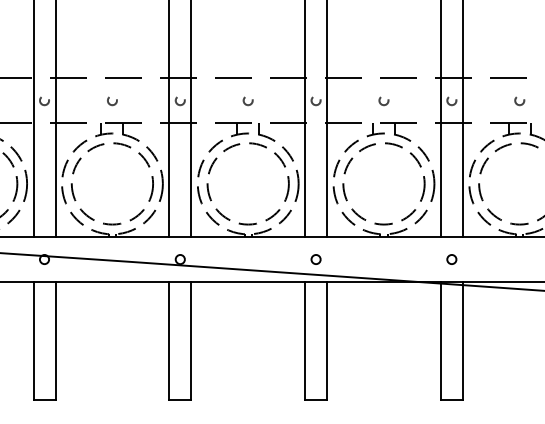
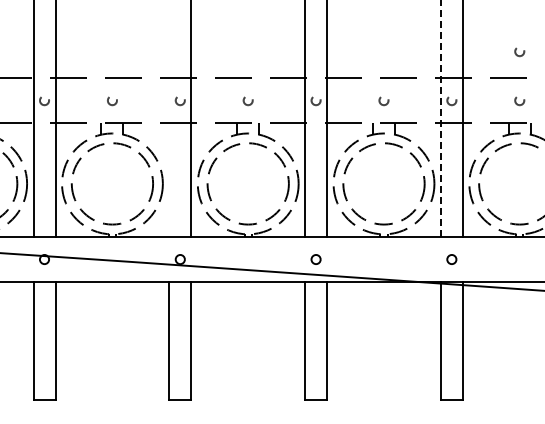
circle at (519, 52): none -> present
line at (440, 118): solid -> dashed
line at (169, 119): present -> none
